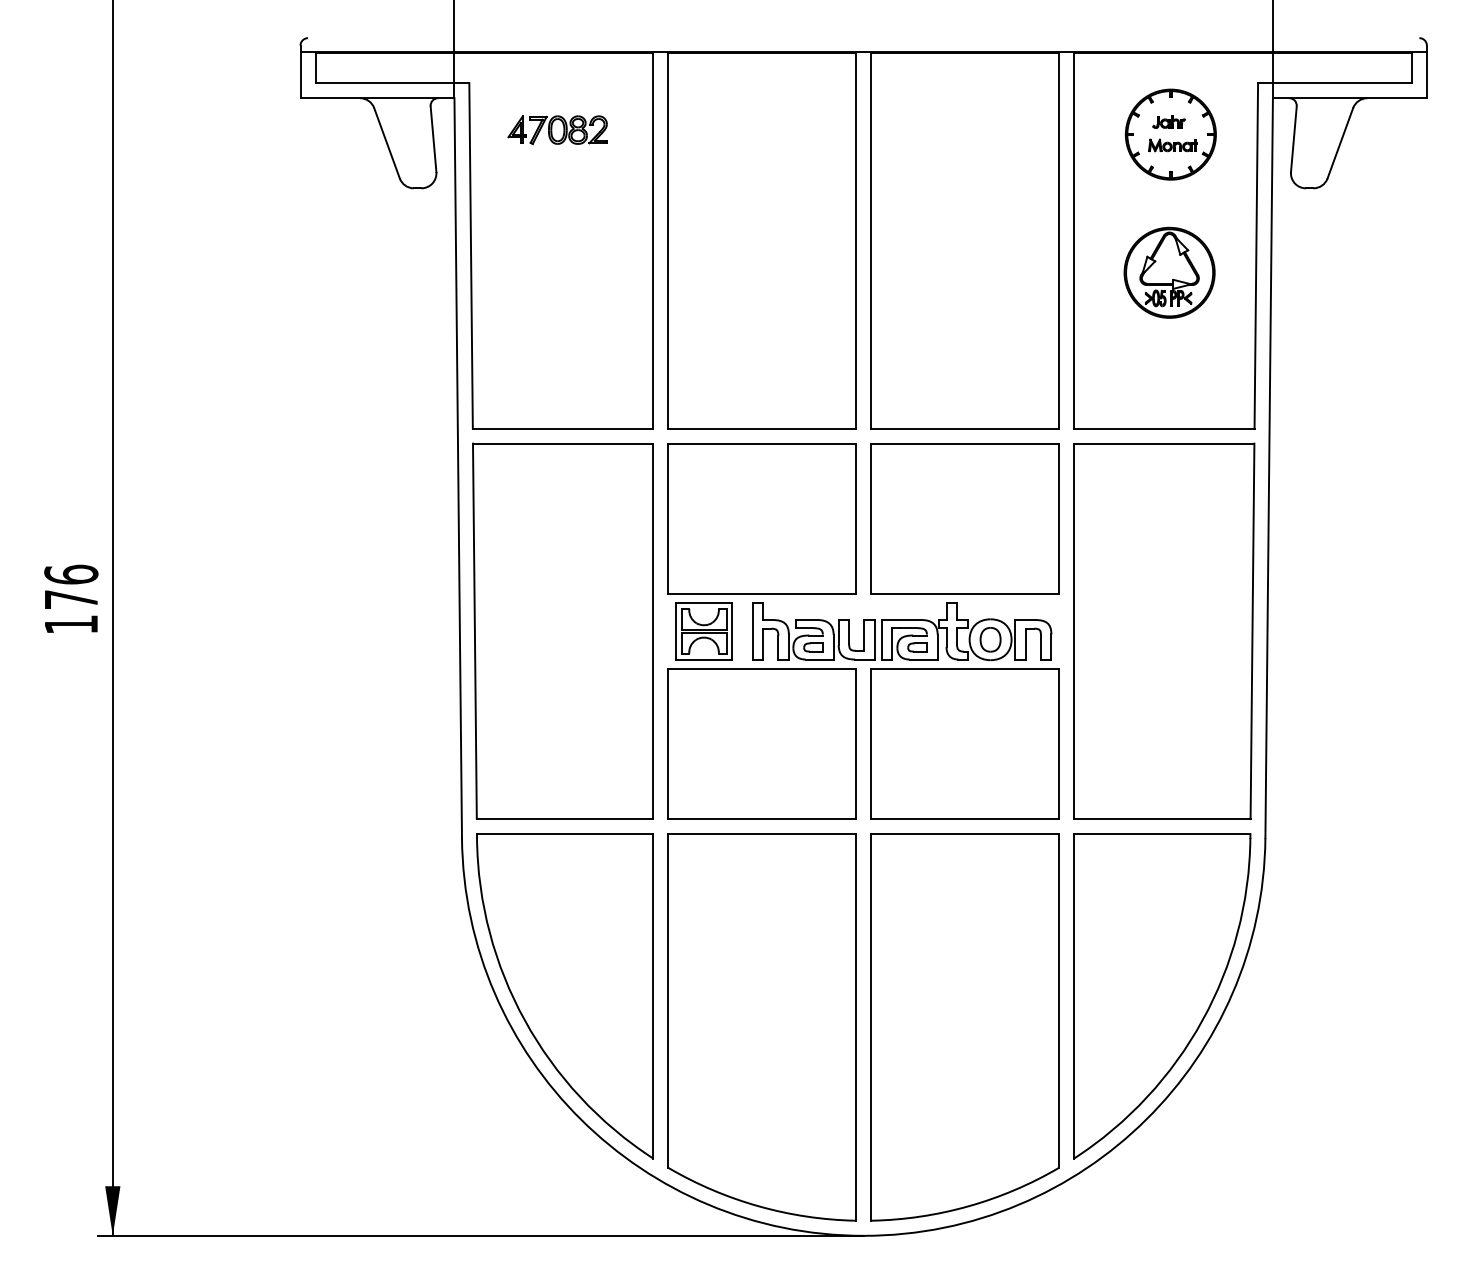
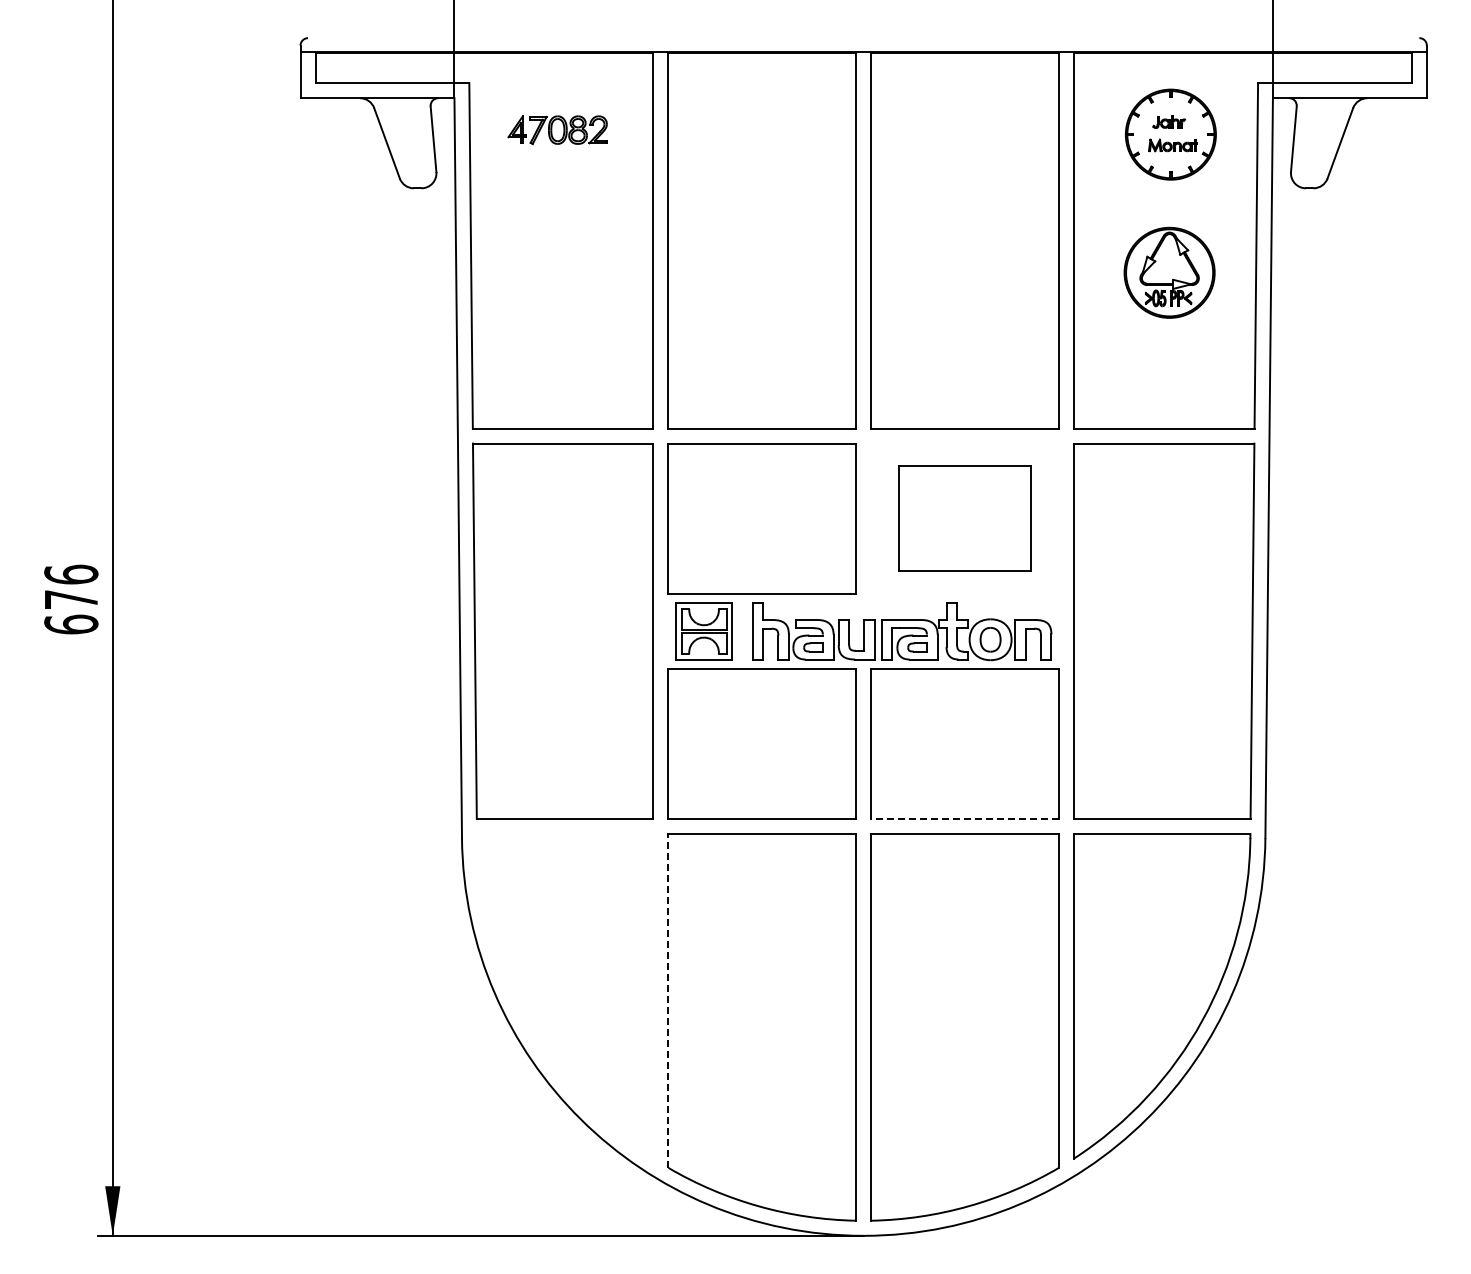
part at (964, 518) size: 190x152 px -> 134x107 px
text at (71, 624): 176 -> 676
line at (965, 819): solid -> dashed
part at (564, 996): present -> none
line at (668, 1001): solid -> dashed
